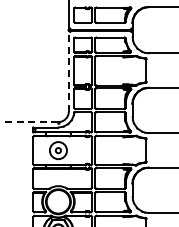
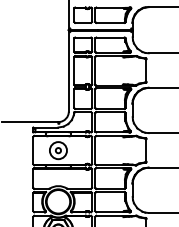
line at (68, 71): dashed -> solid
line at (29, 122): dashed -> solid
